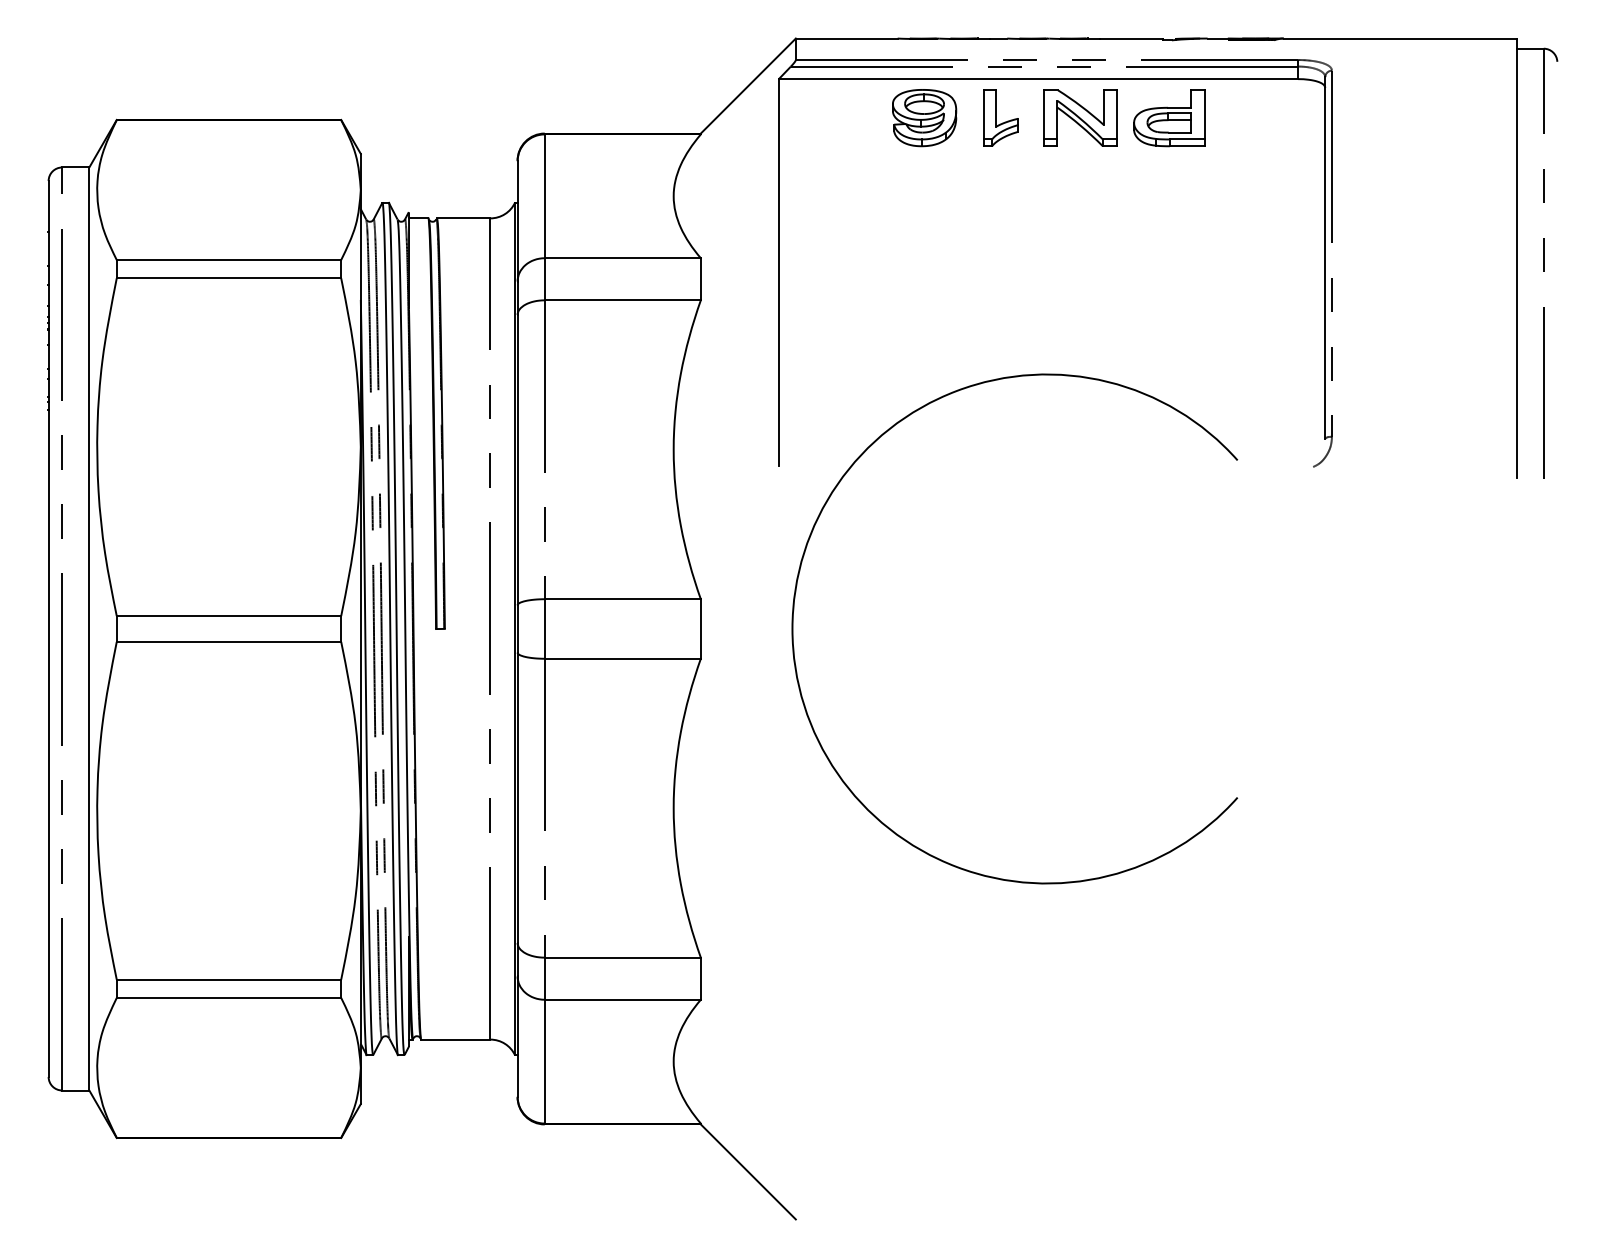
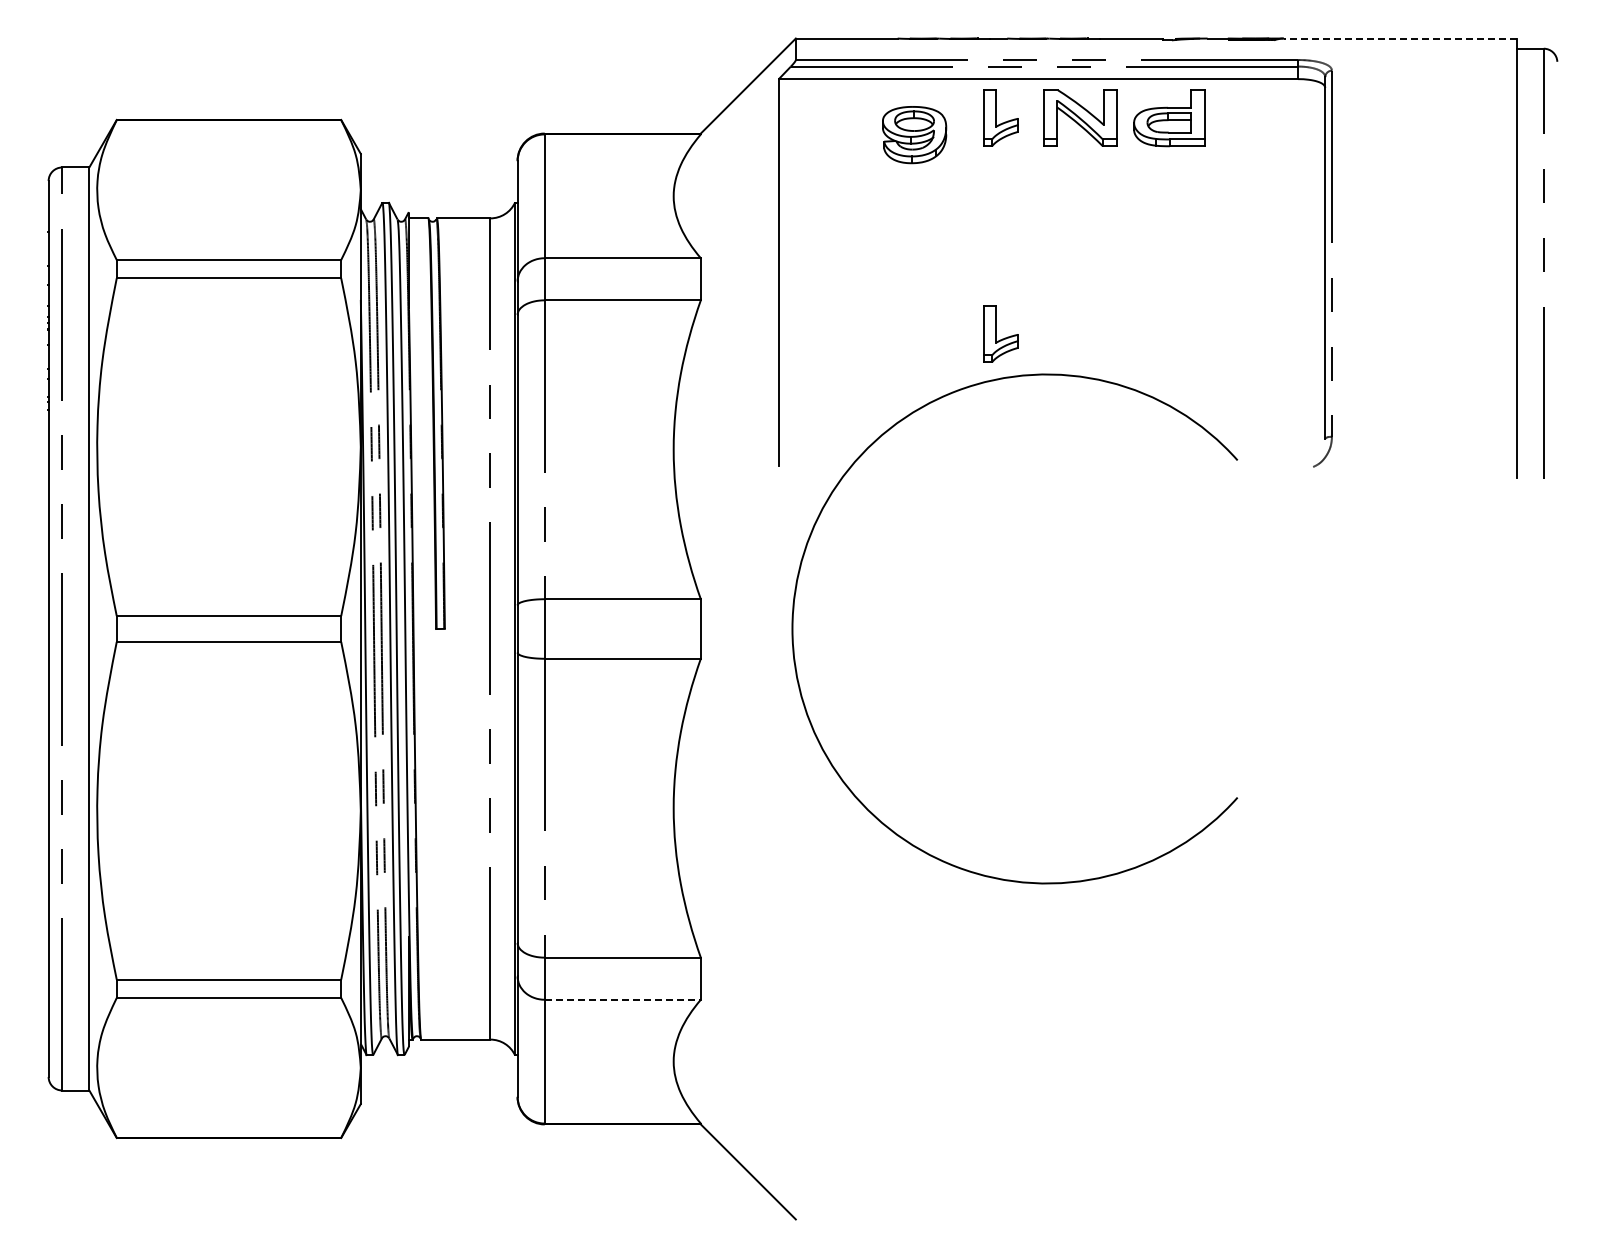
line at (1400, 38): solid -> dashed
part at (924, 118) position: (924, 118) -> (914, 135)
part at (1000, 333): none -> present
line at (623, 999): solid -> dashed
